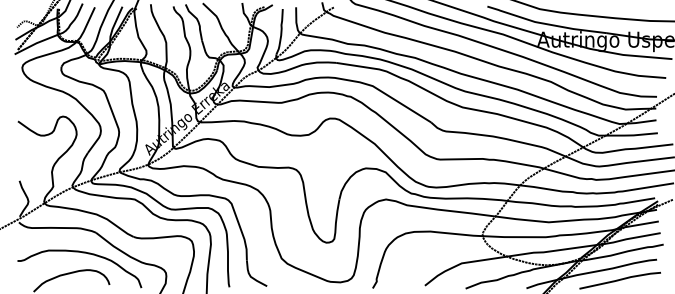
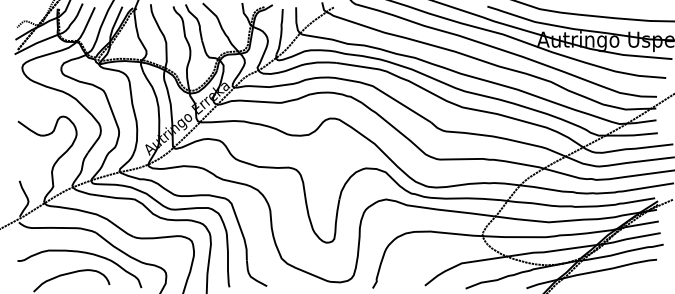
line at (619, 280): present -> none
